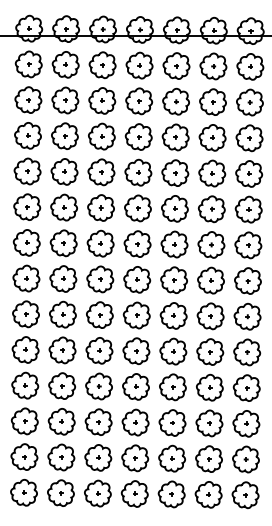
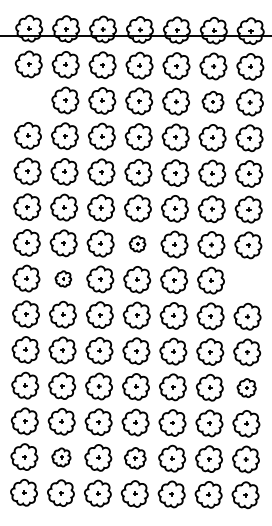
part at (28, 99): present -> none
part at (212, 101) size: 28x28 px -> 24x24 px
part at (137, 243) size: 29x28 px -> 19x18 px
part at (63, 278) size: 29x28 px -> 19x18 px
part at (247, 280): present -> none
part at (246, 387) size: 29x28 px -> 21x20 px
part at (61, 457) size: 29x29 px -> 21x21 px
part at (135, 458) size: 29x29 px -> 23x23 px
